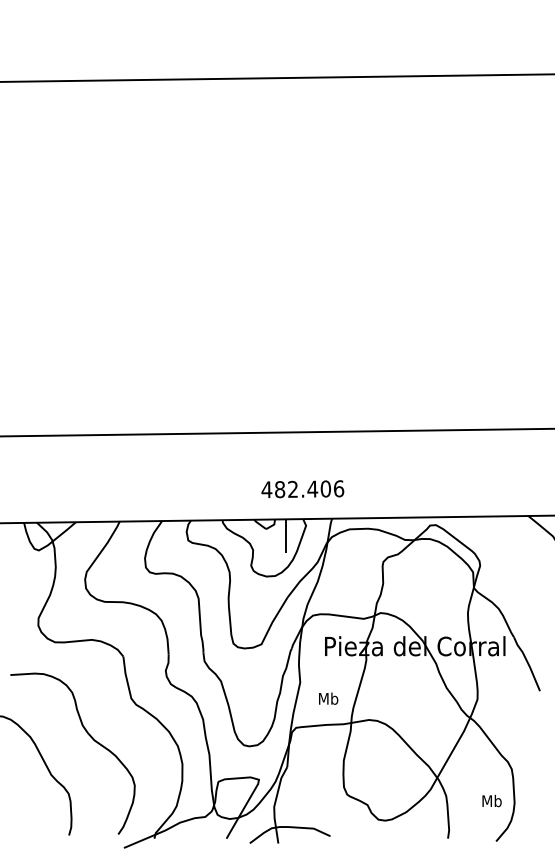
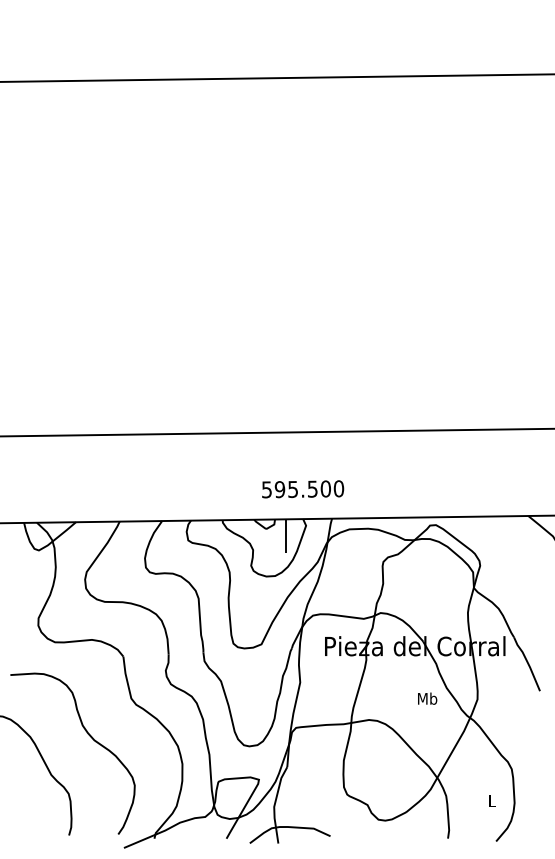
text at (302, 489): 482.406 -> 595.500
text at (328, 698) position: (328, 698) -> (427, 698)
text at (491, 800): Mb -> L
